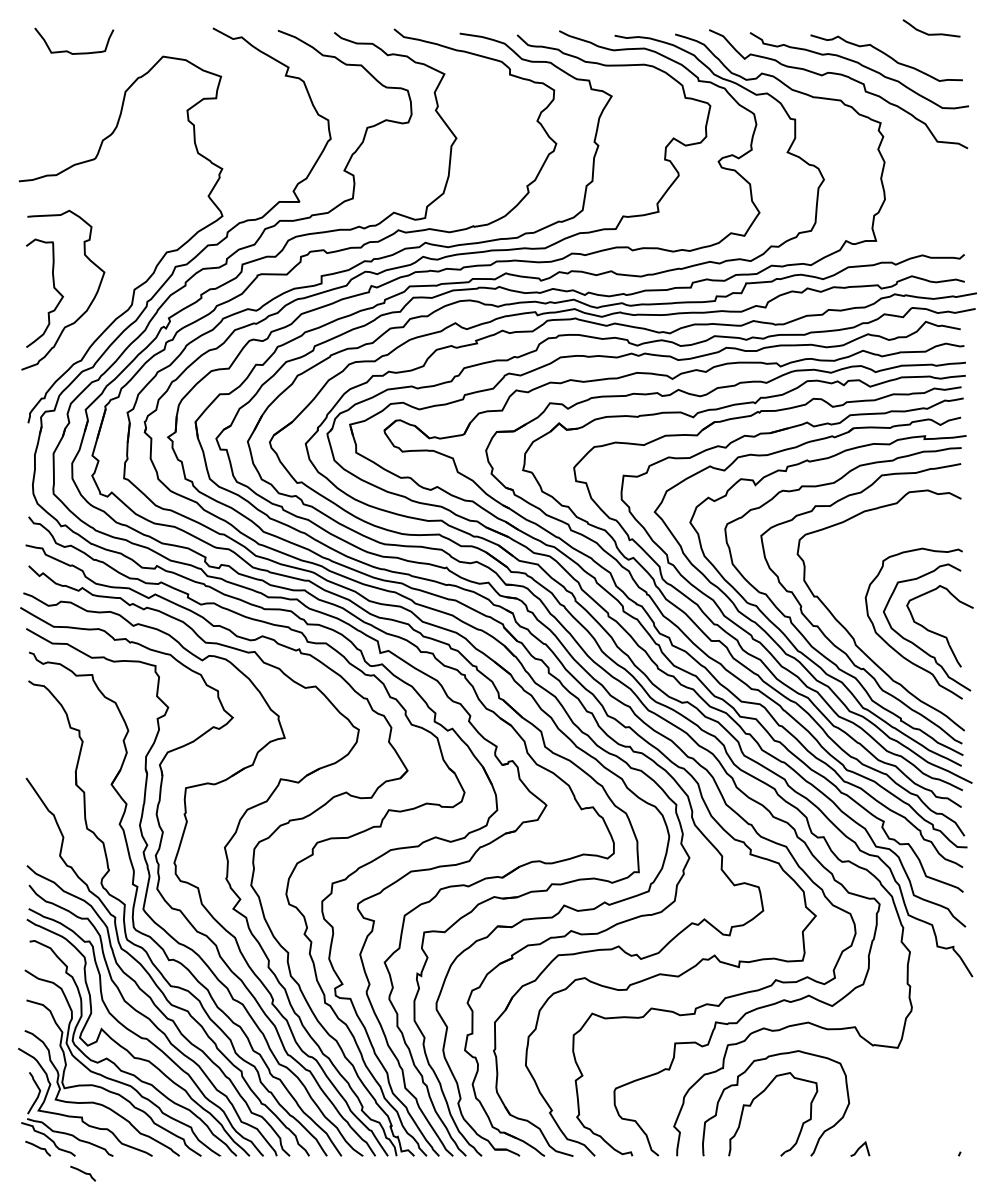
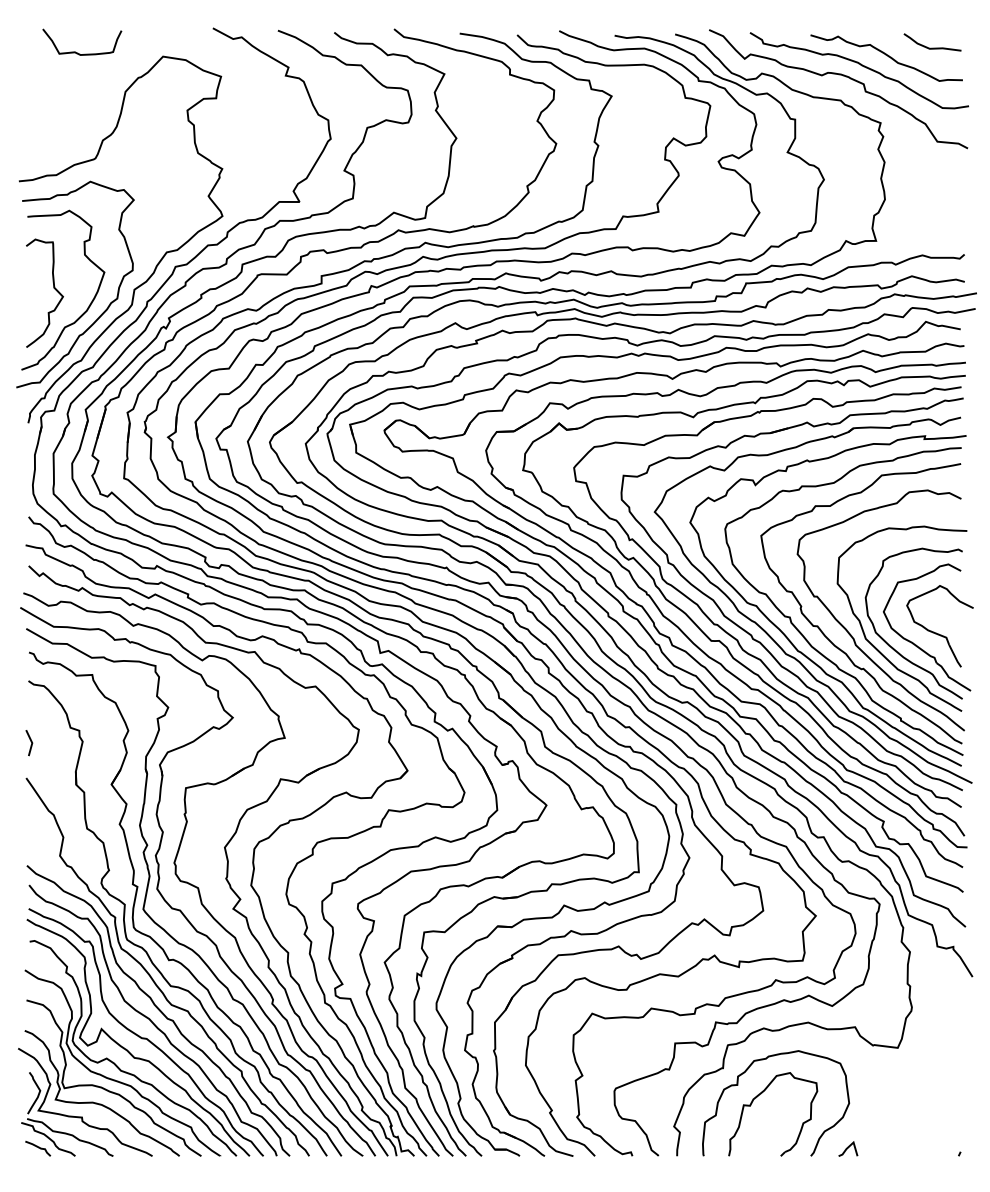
curve at (931, 33) position: (931, 33) -> (932, 47)
curve at (69, 51) position: (69, 51) -> (77, 52)
curve at (107, 306): none -> present
curve at (874, 645): none -> present
line at (31, 743): none -> present
line at (860, 1148) position: (860, 1148) -> (848, 1148)
curve at (83, 1173): present -> none
